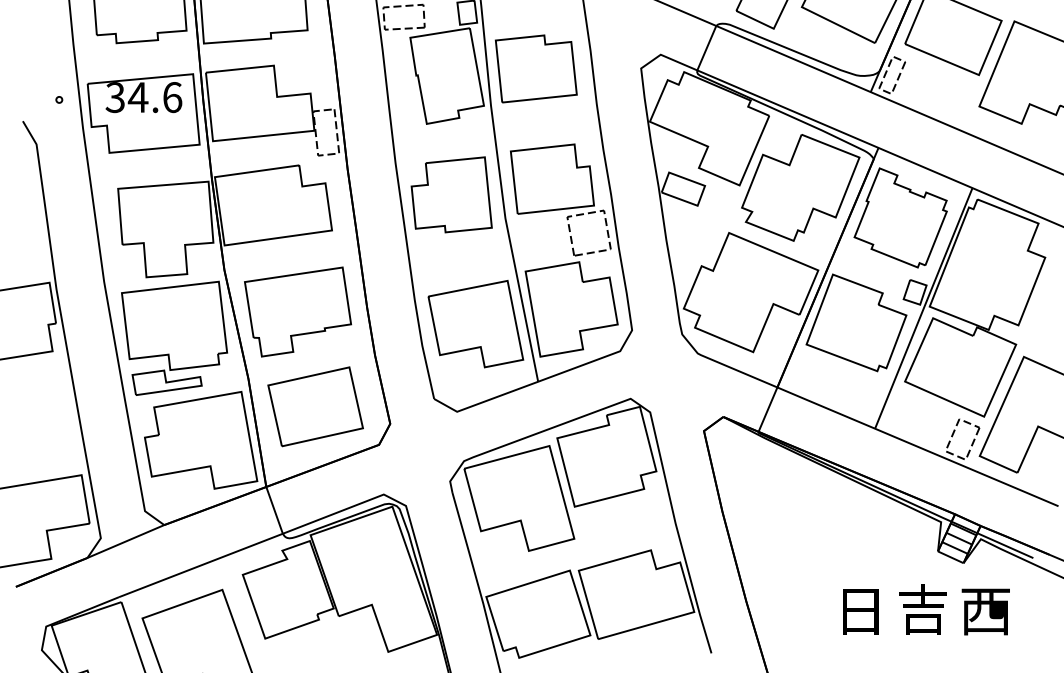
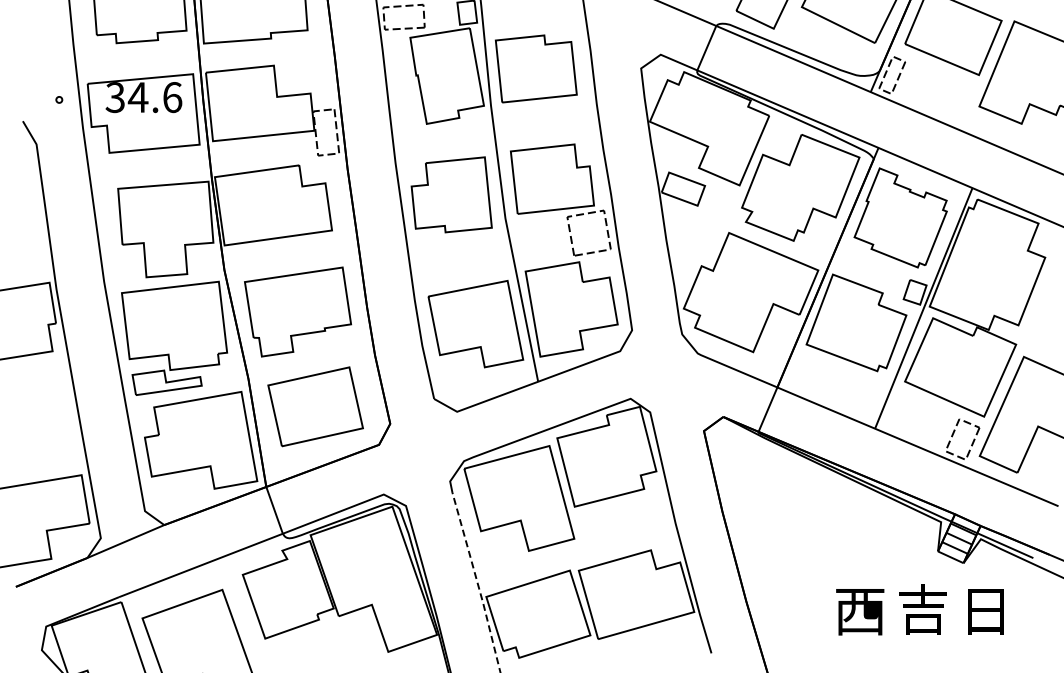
line at (477, 582): solid -> dashed
text at (985, 611): 西 -> 日
text at (860, 612): 日 -> 西
